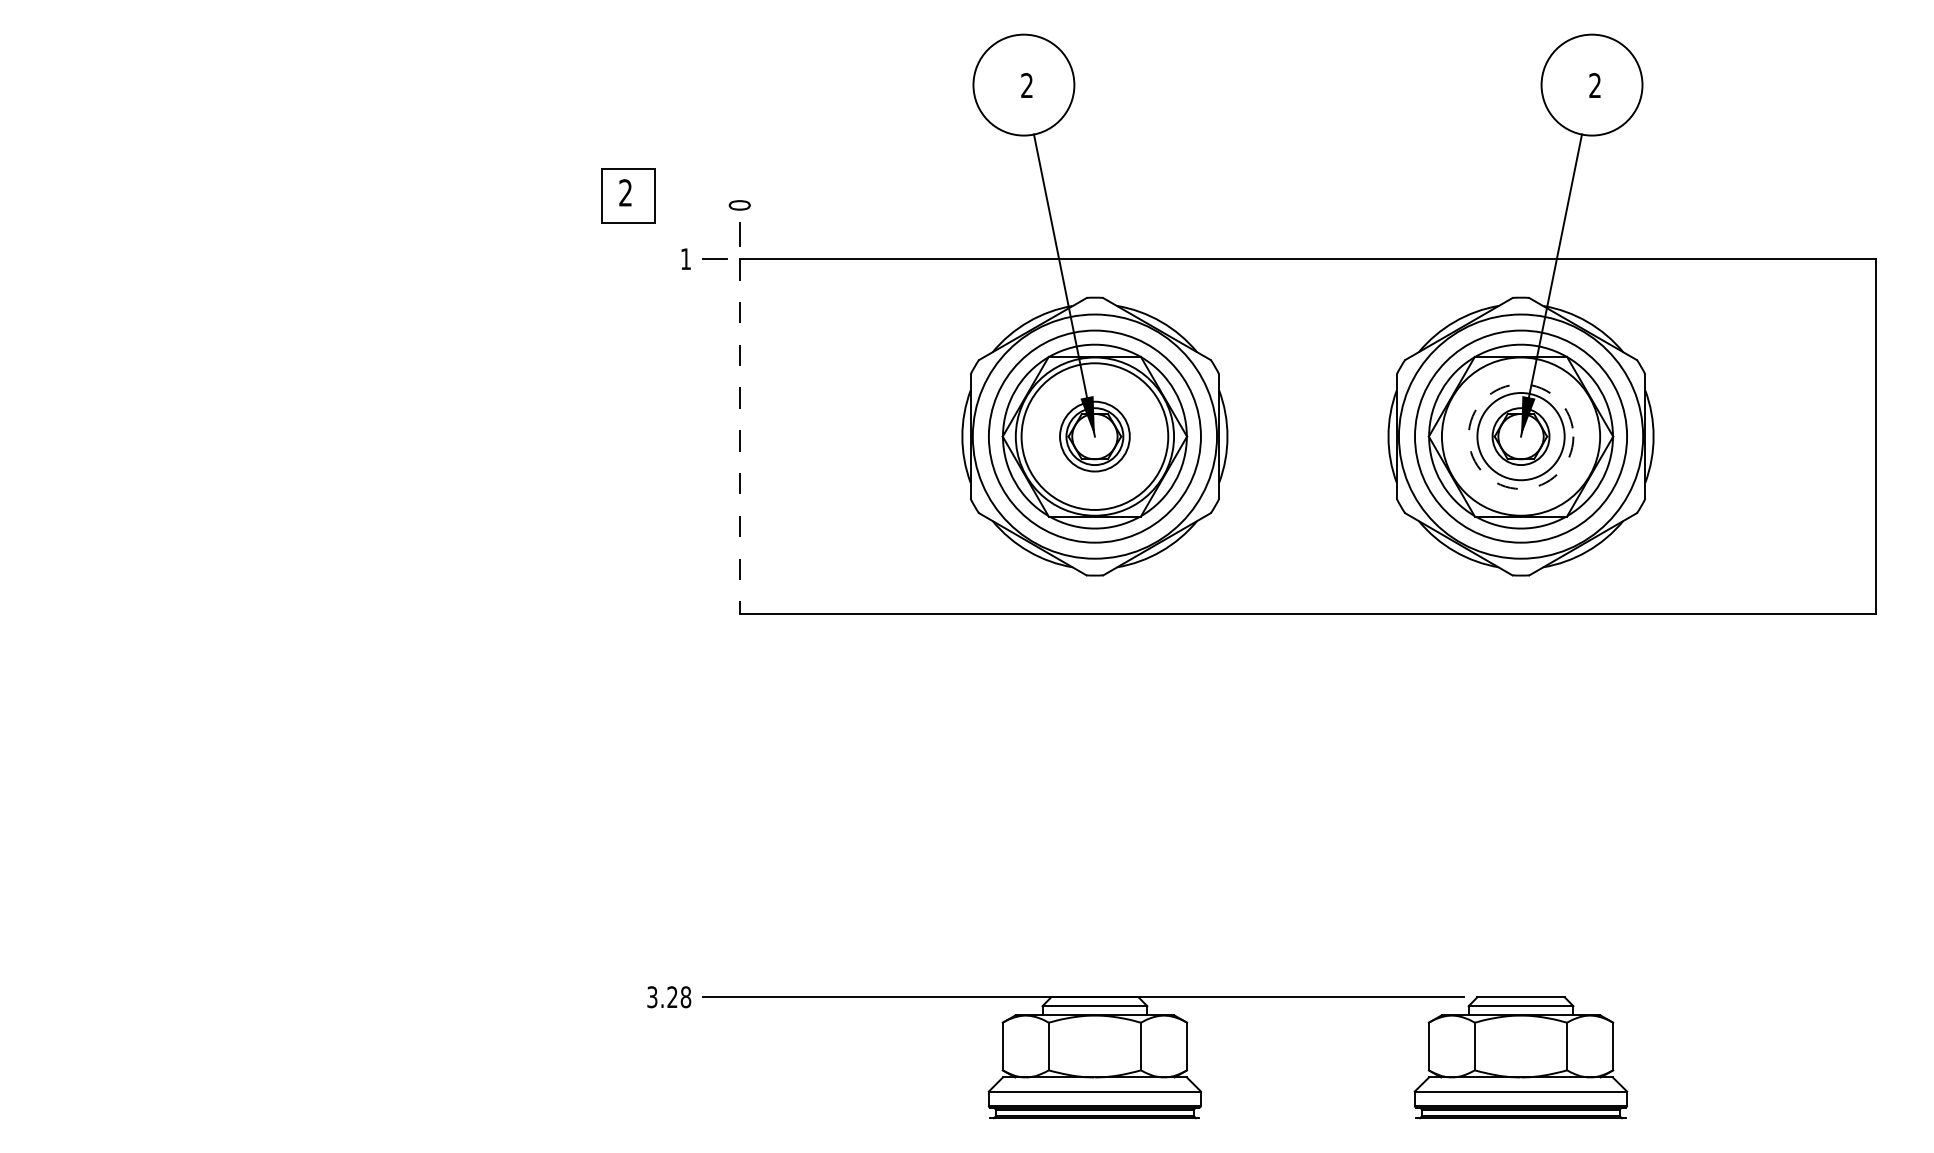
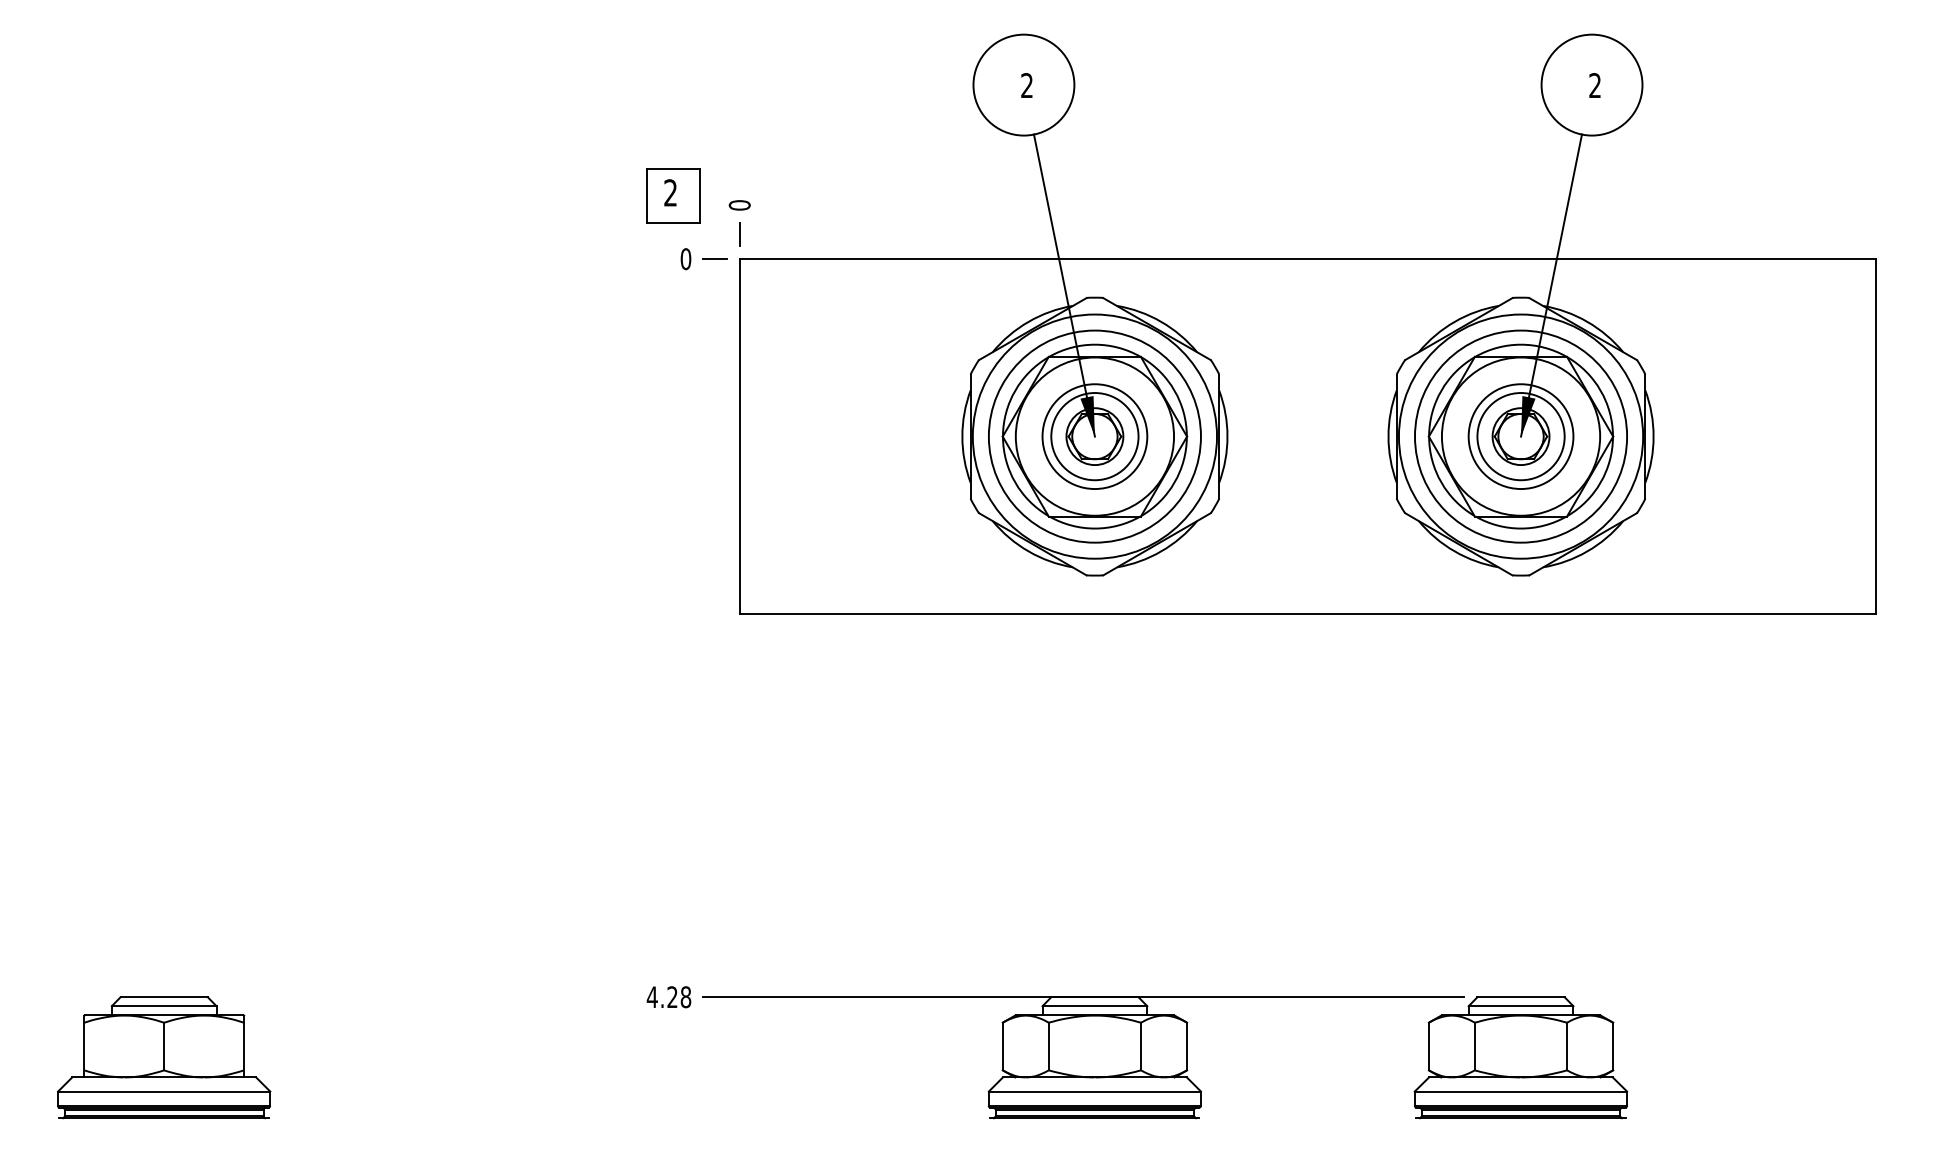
part at (628, 195) position: (628, 195) -> (673, 195)
text at (685, 259): 1 -> 0
circle at (1094, 436) diameter: 147 px -> 105 px
circle at (1094, 436) diameter: 70 px -> 87 px
circle at (1520, 436): dashed -> solid
line at (739, 437): dashed -> solid
text at (651, 997): 3.28 -> 4.28
part at (164, 1057): none -> present
